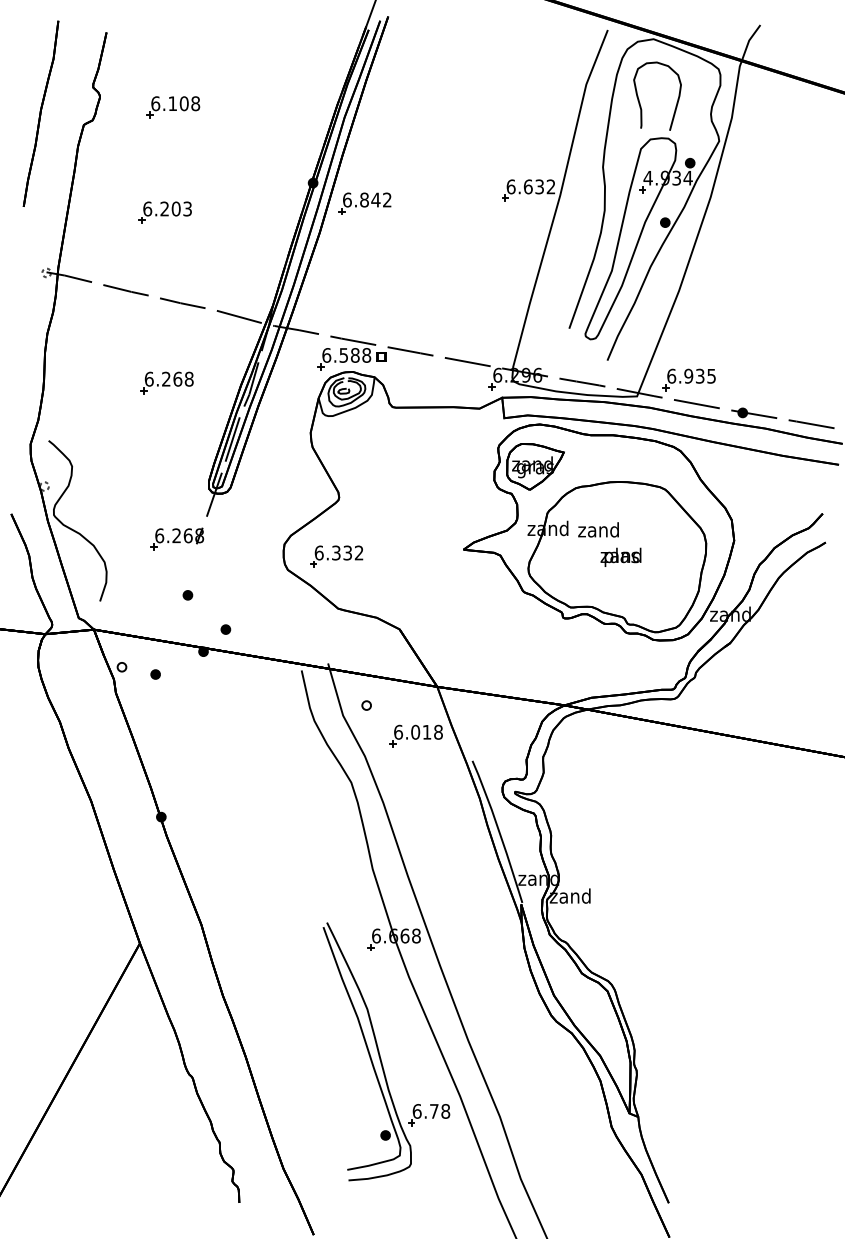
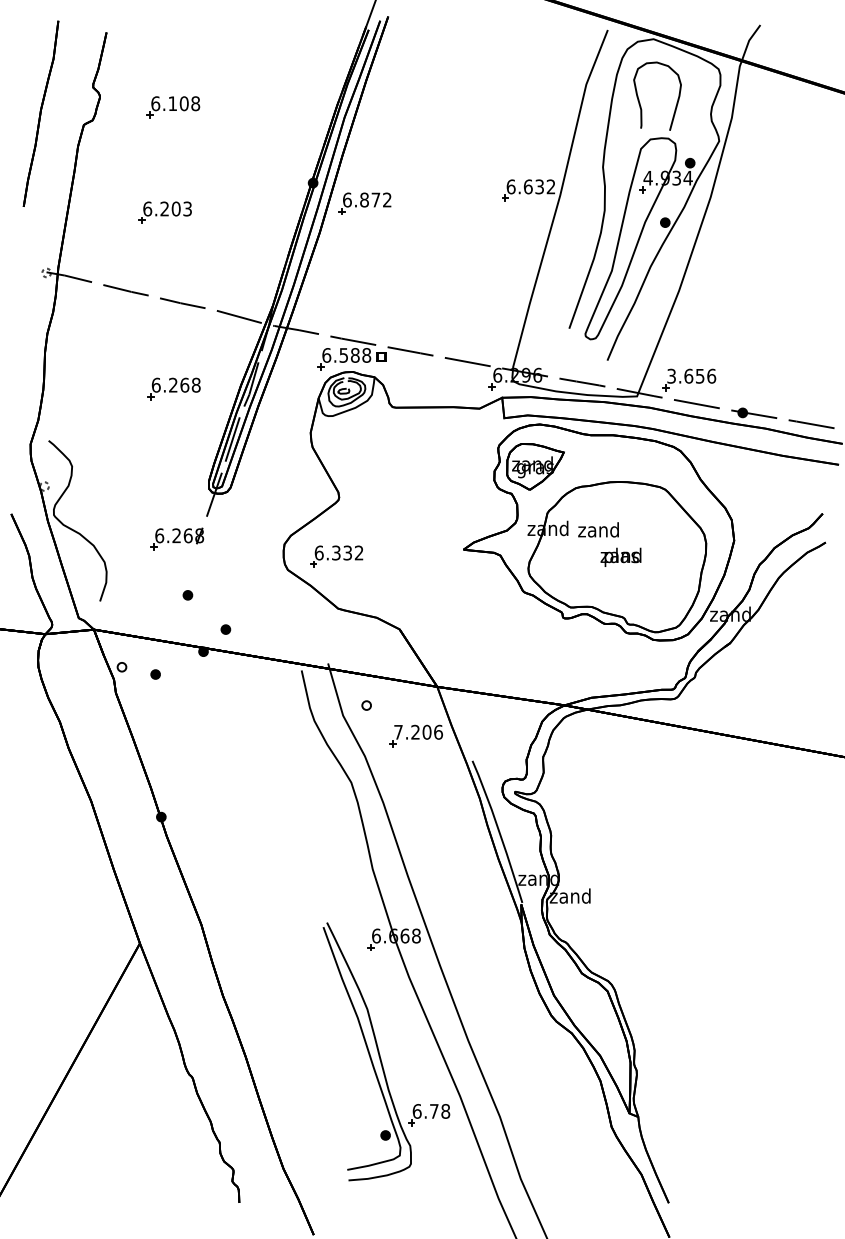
text at (375, 199): 6.842 -> 6.872
text at (691, 375): 6.935 -> 3.656
part at (166, 382) position: (166, 382) -> (173, 388)
text at (418, 731): 6.018 -> 7.206
